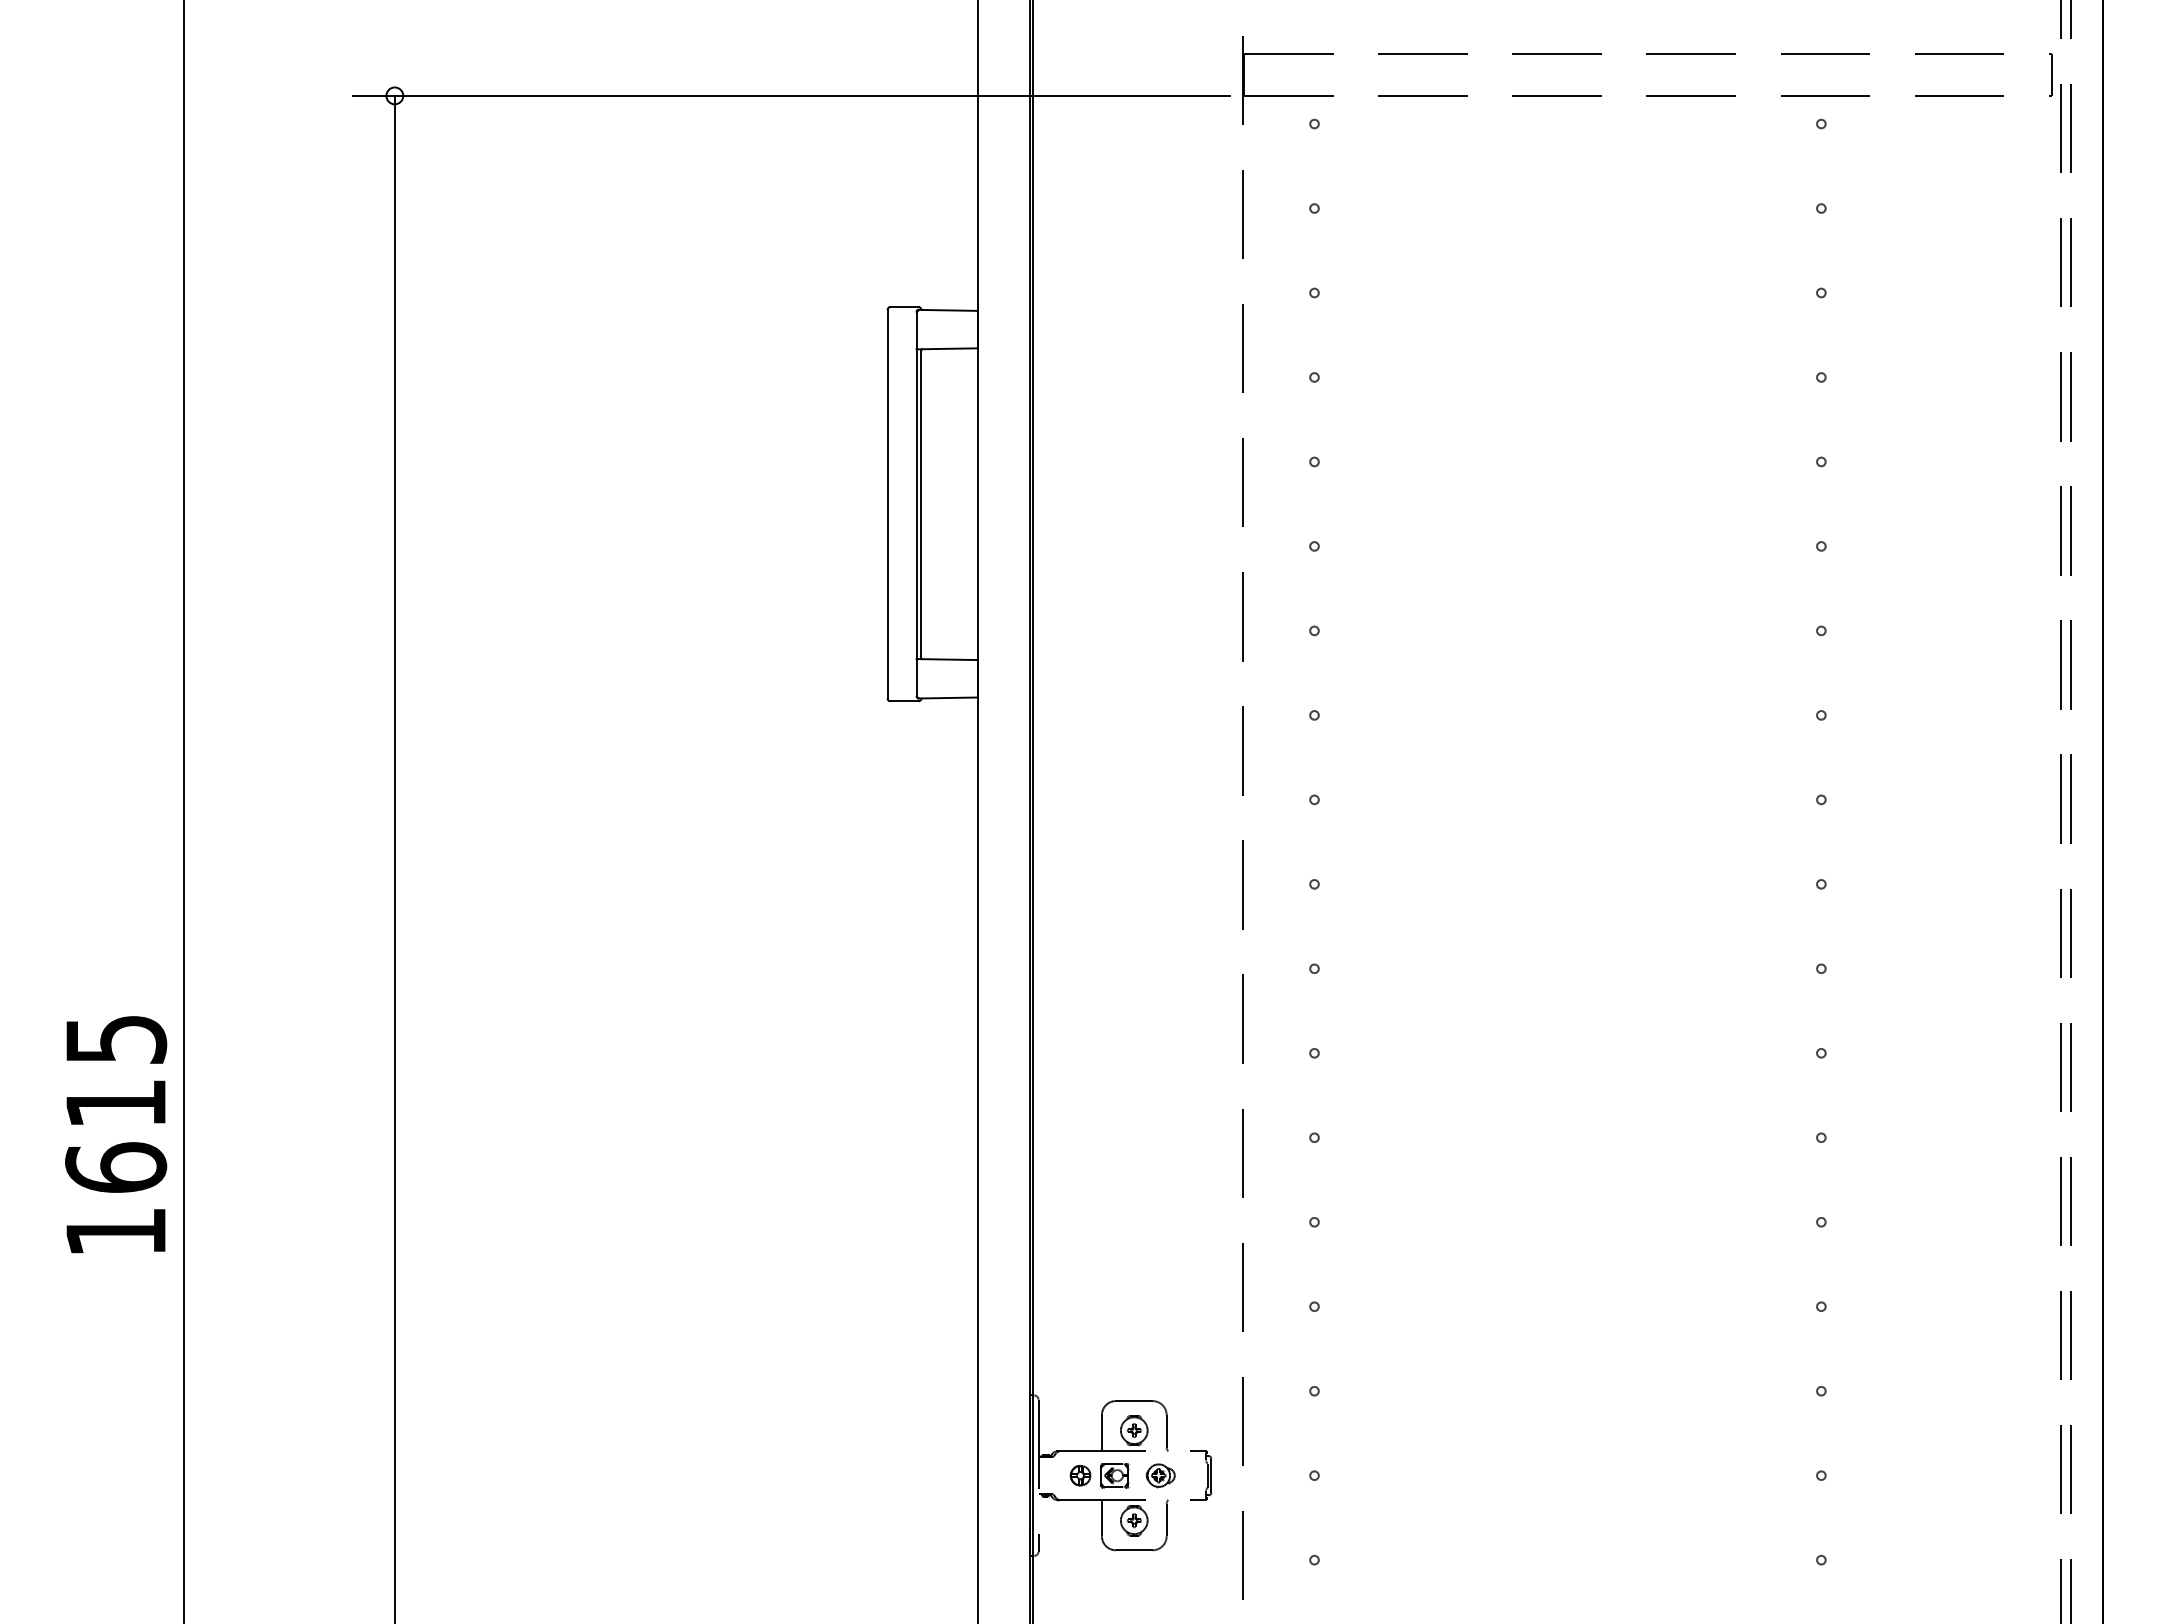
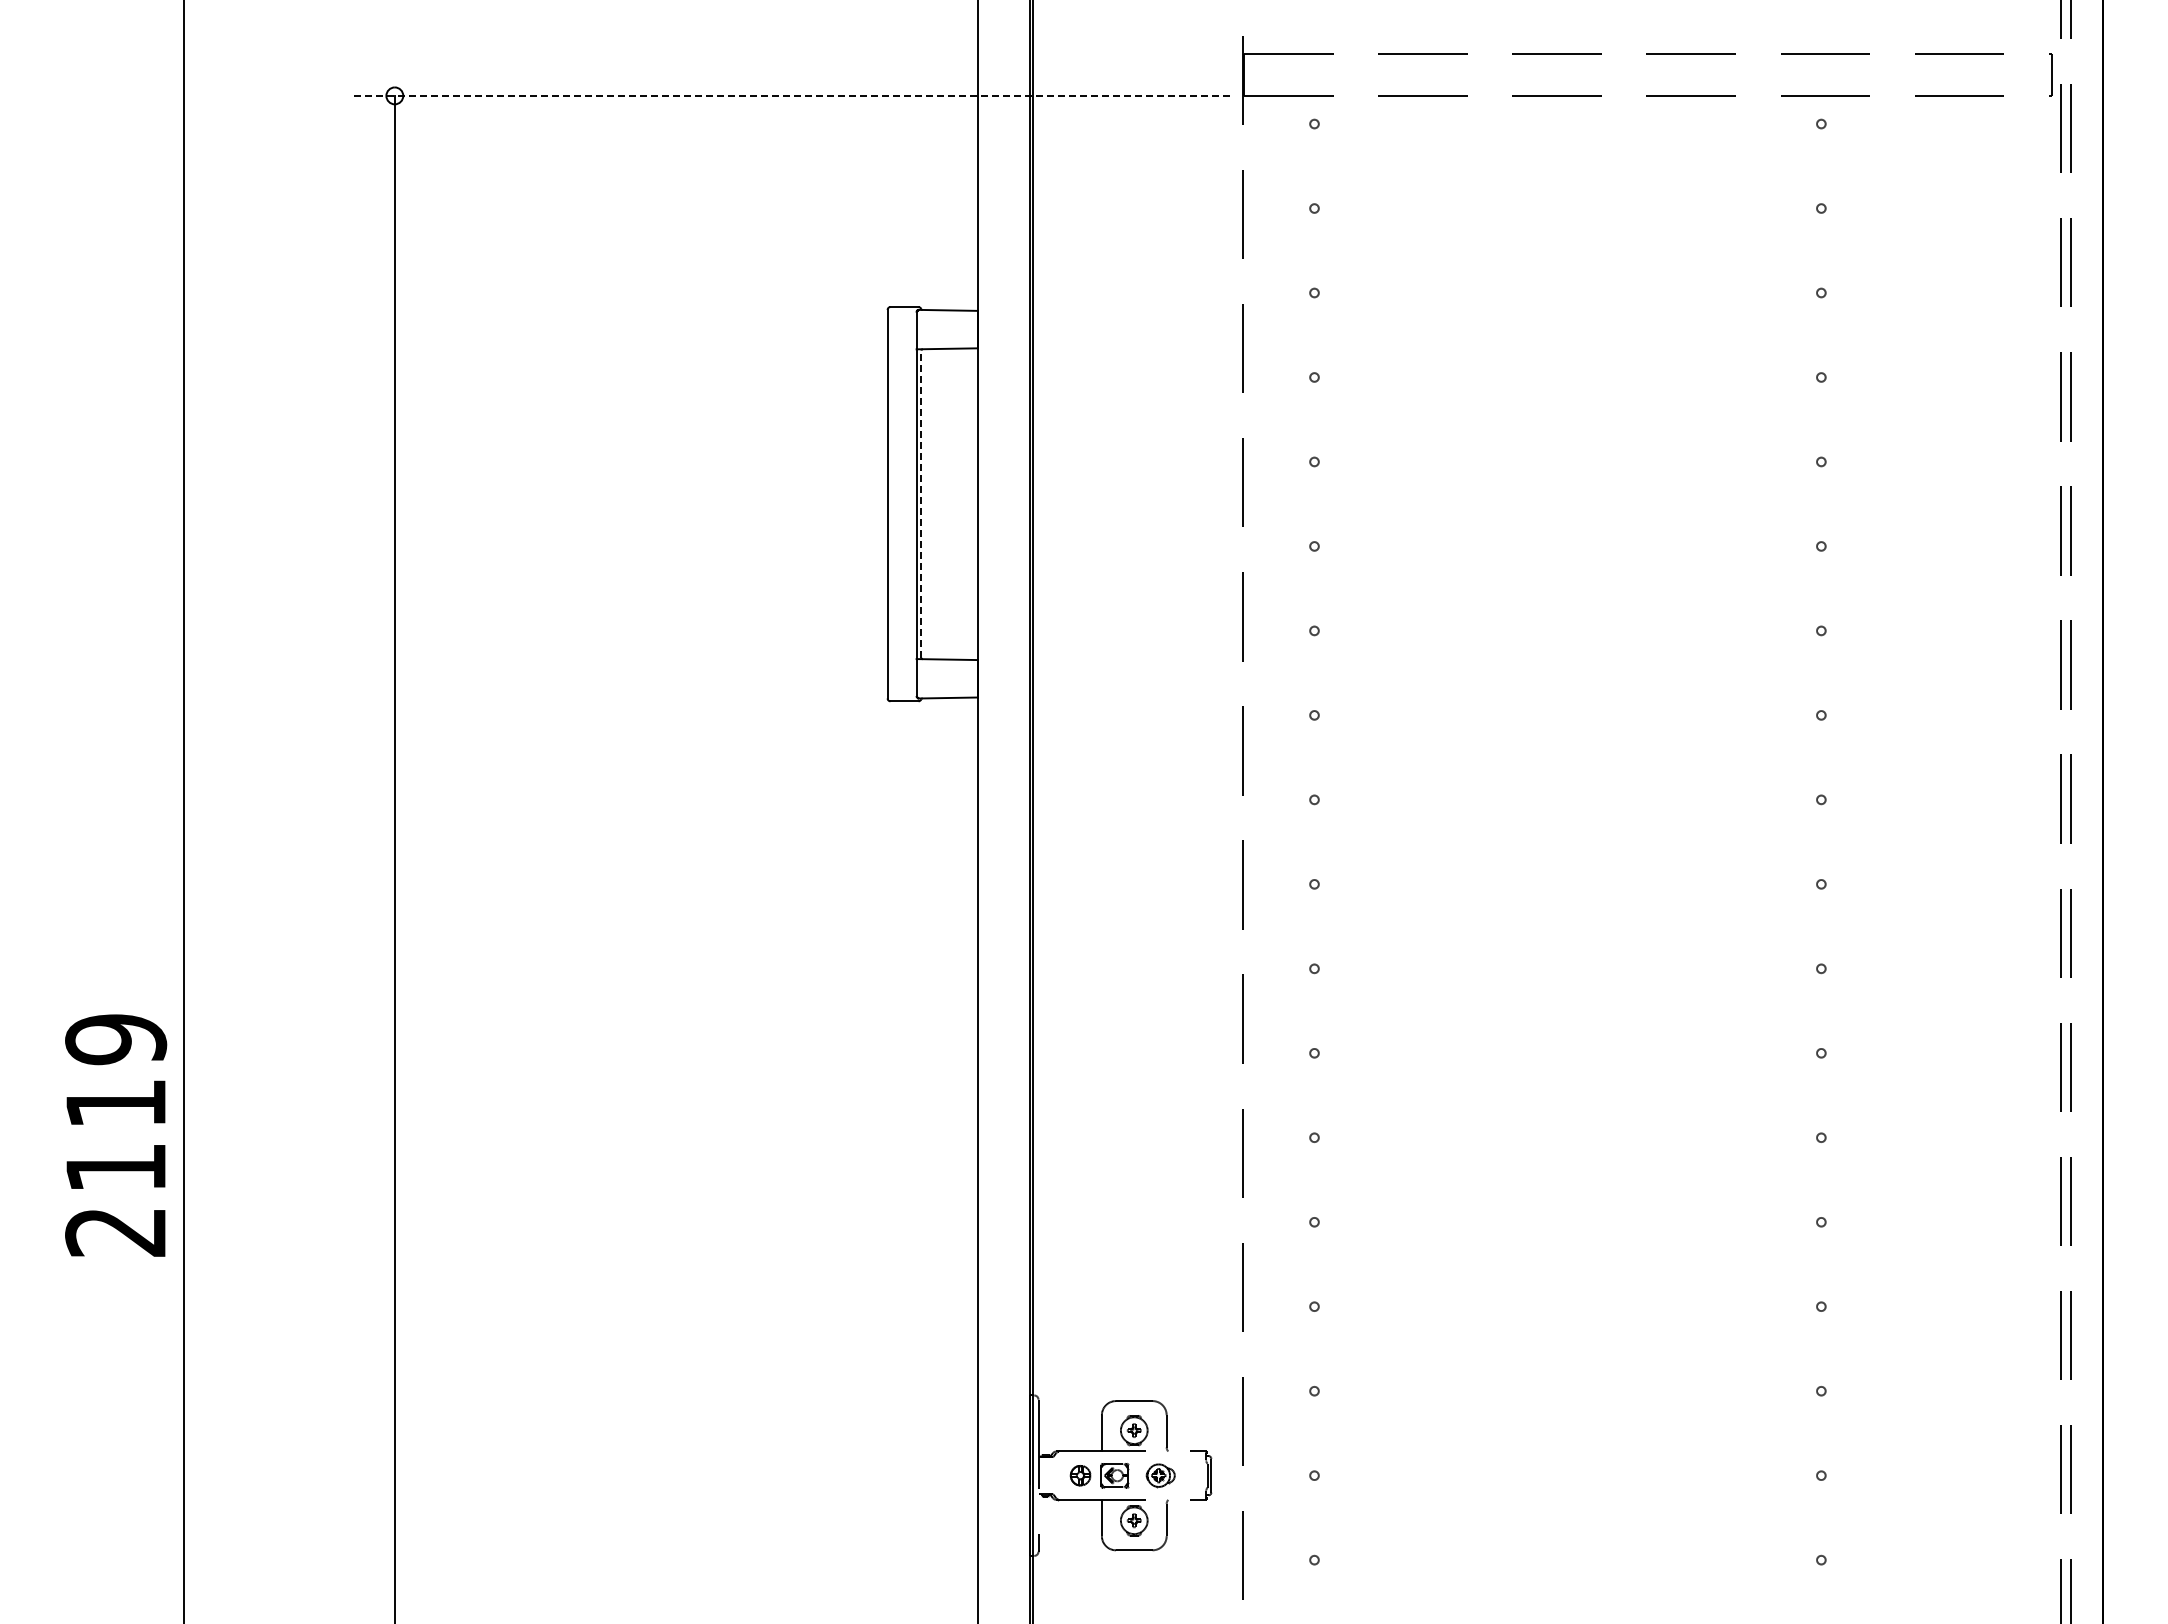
line at (791, 95): solid -> dashed
line at (921, 504): solid -> dashed
text at (116, 1135): 1615 -> 2119
